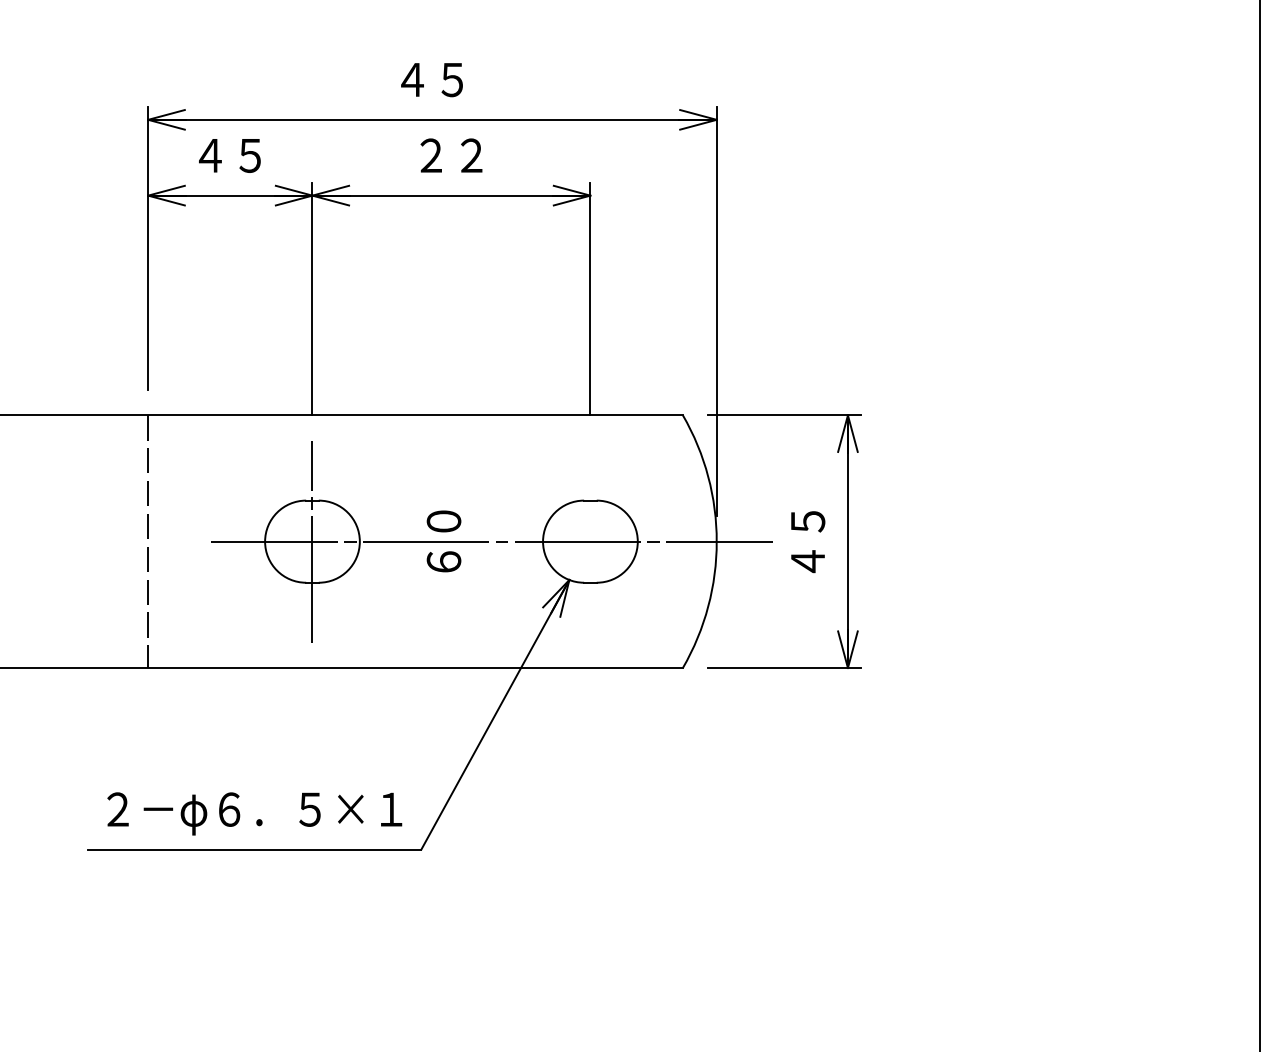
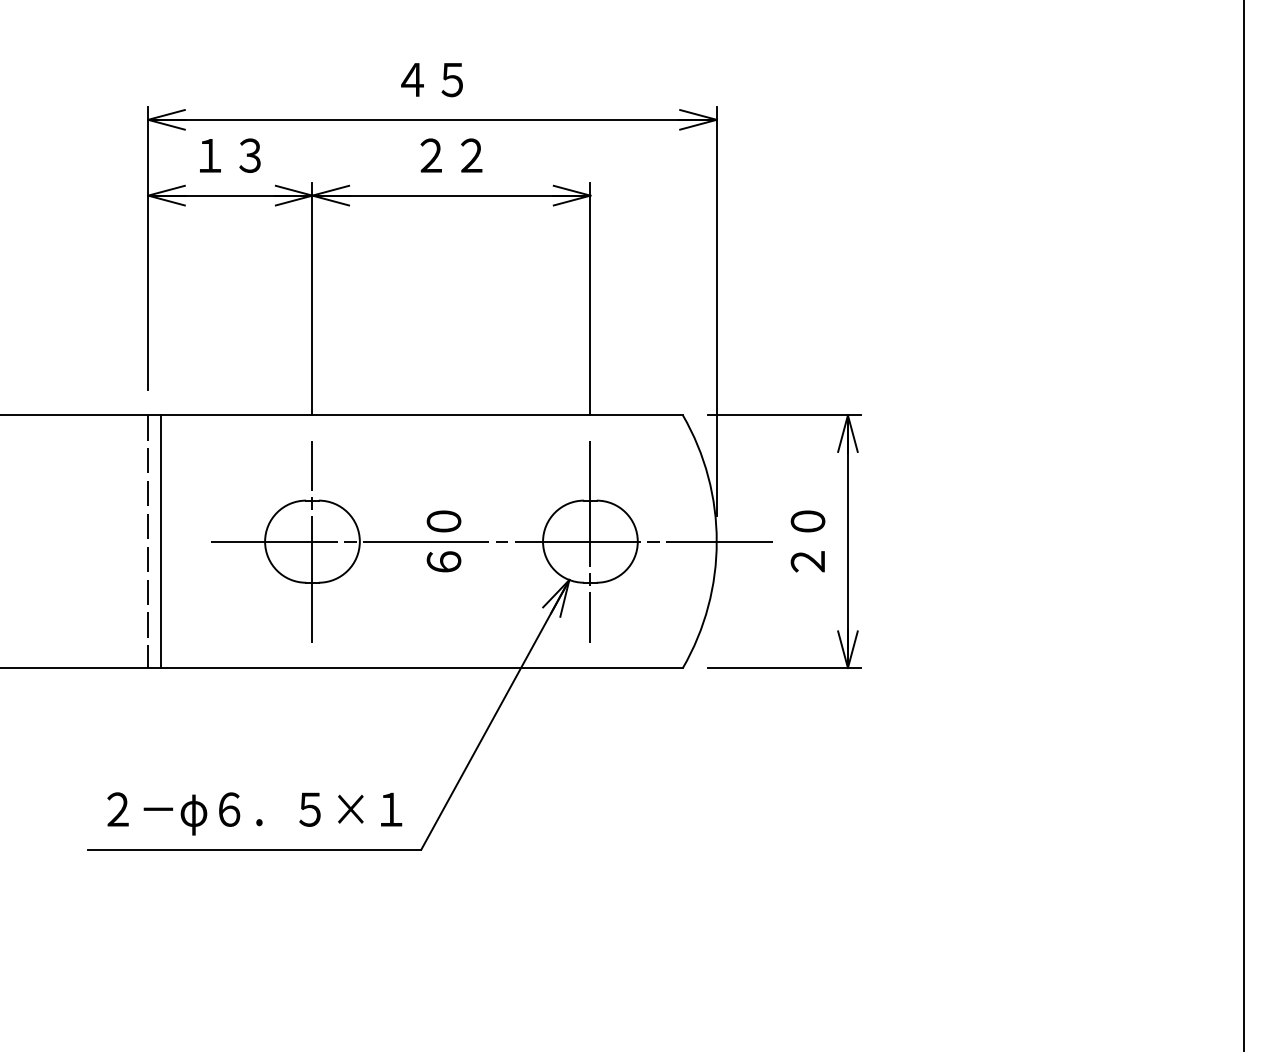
text at (229, 155): ４５ -> １３
line at (1259, 525) position: (1259, 525) -> (1243, 525)
line at (160, 541): none -> present
line at (590, 541): none -> present
text at (807, 541): ４５ -> ２０
